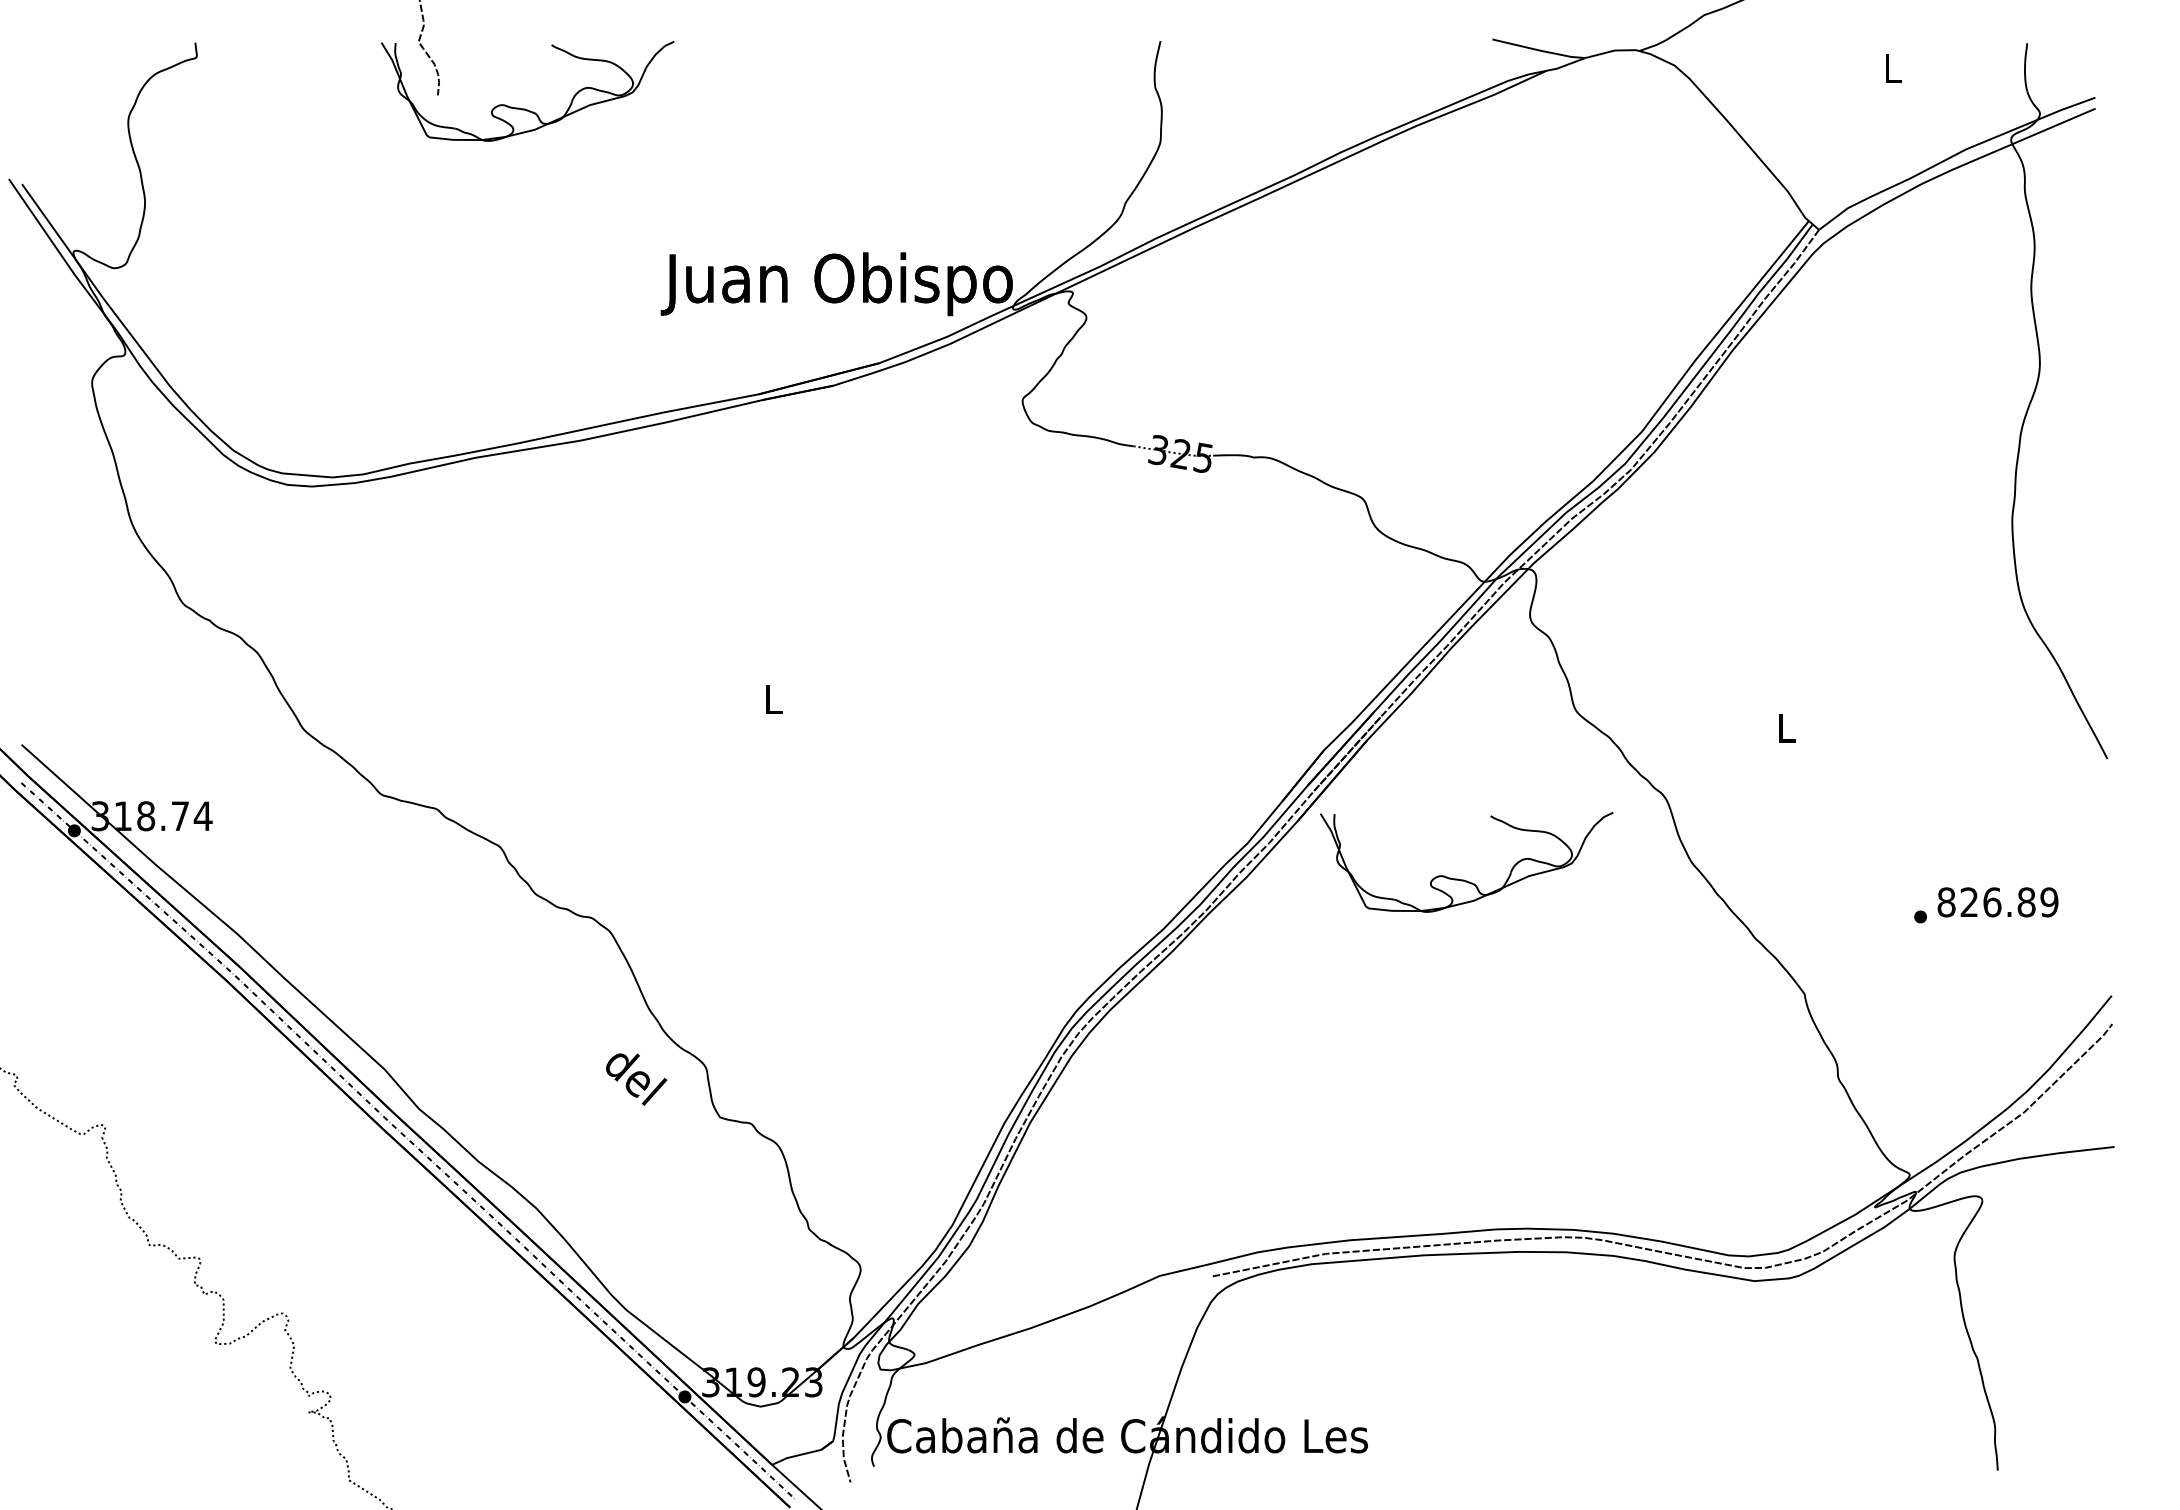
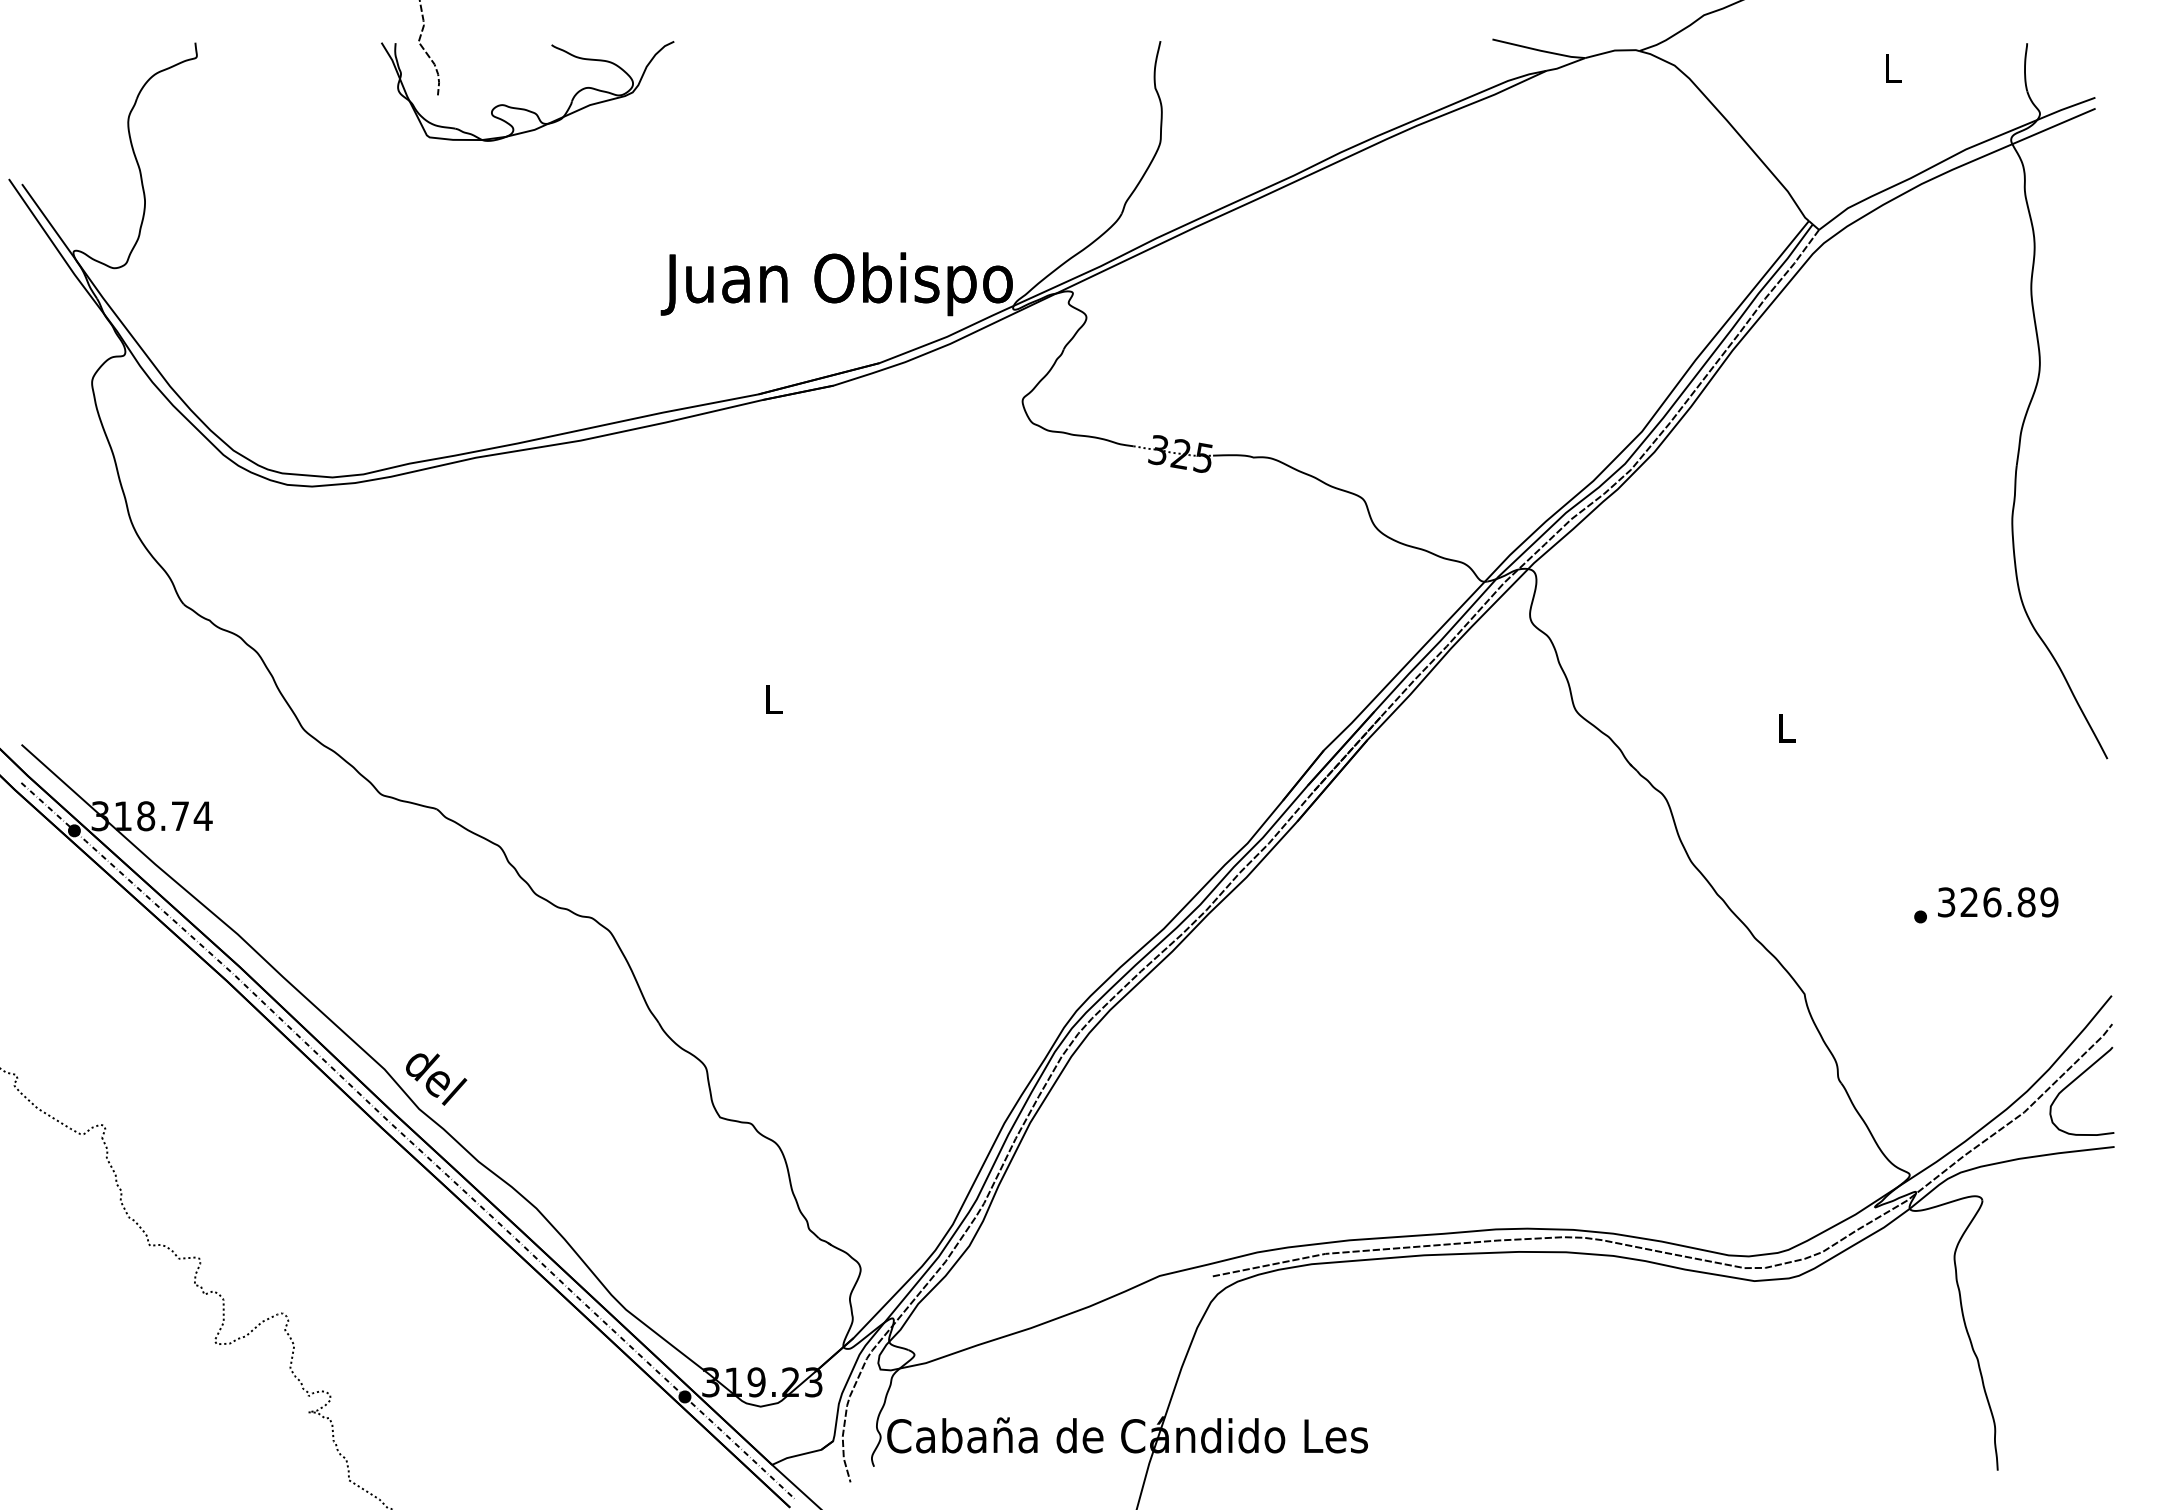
part at (1463, 879): present -> none
text at (1946, 902): 826.89 -> 326.89
text at (636, 1079) position: (636, 1079) -> (436, 1079)
curve at (2073, 1082): none -> present
